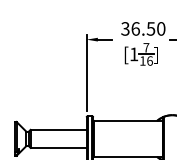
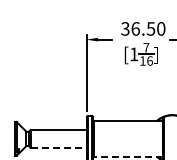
line at (59, 147): solid -> dashed
line at (128, 156): solid -> dashed
